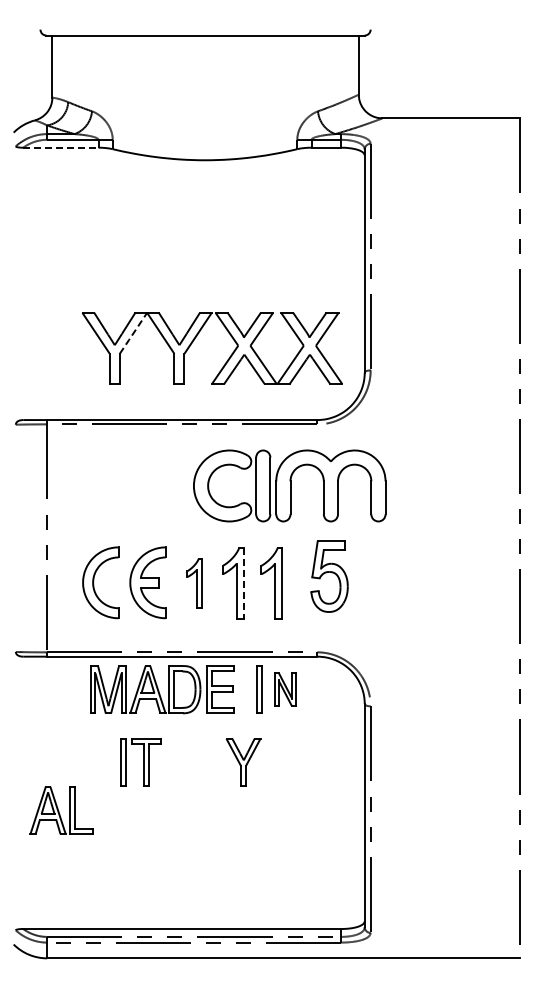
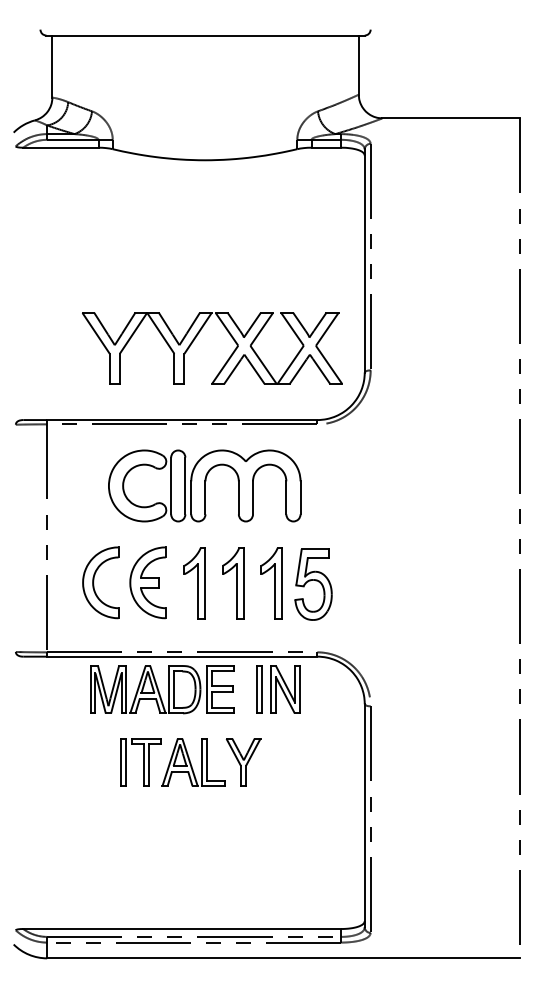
line at (60, 147): dashed -> solid
line at (133, 332): dashed -> solid
part at (289, 485) position: (289, 485) -> (204, 485)
part at (329, 576) position: (329, 576) -> (313, 584)
part at (194, 583) size: 17x51 px -> 23x73 px
line at (243, 584): dashed -> solid
part at (285, 689) size: 23x35 px -> 31x49 px
part at (61, 810) position: (61, 810) -> (193, 762)
